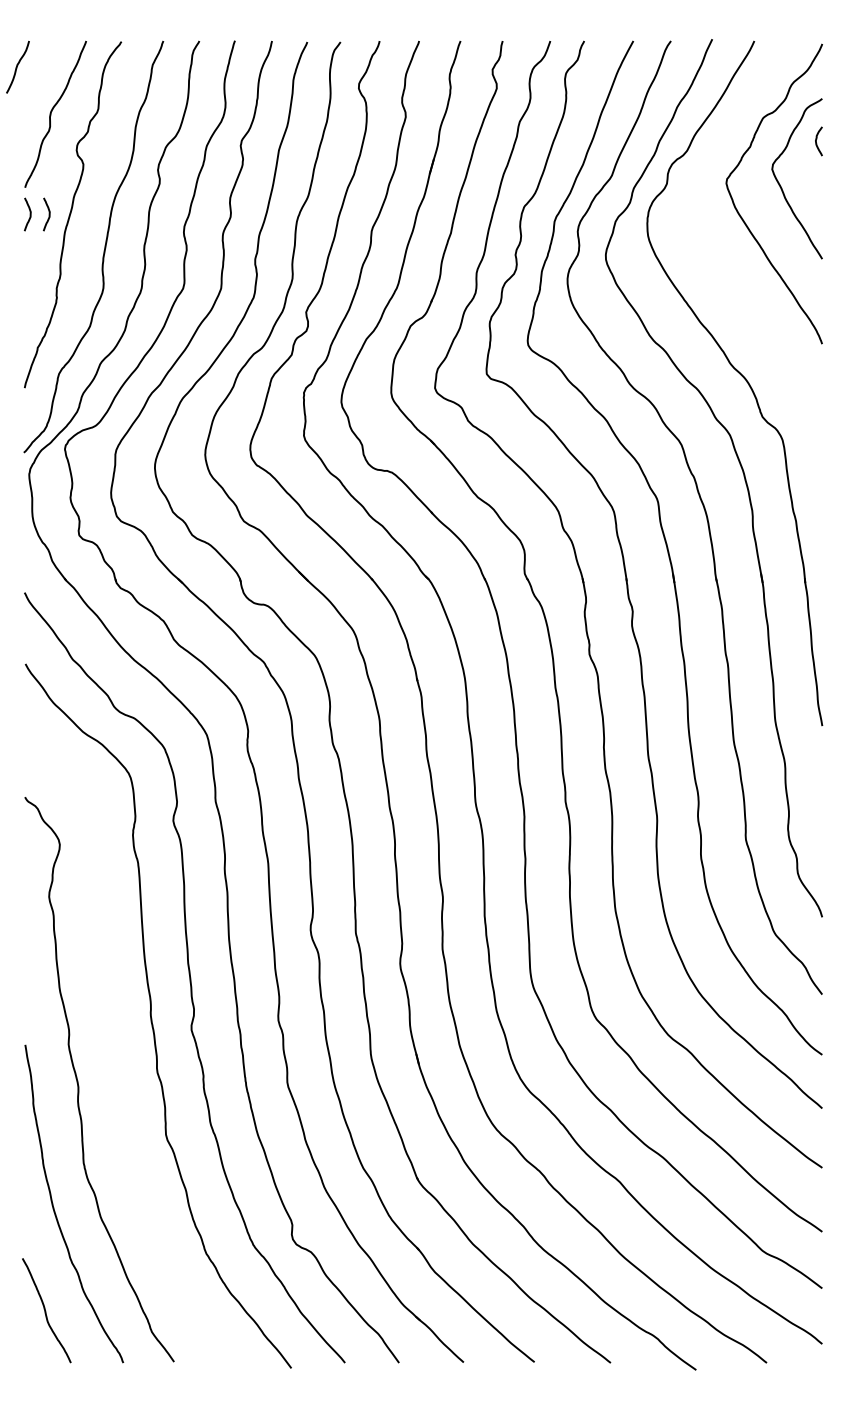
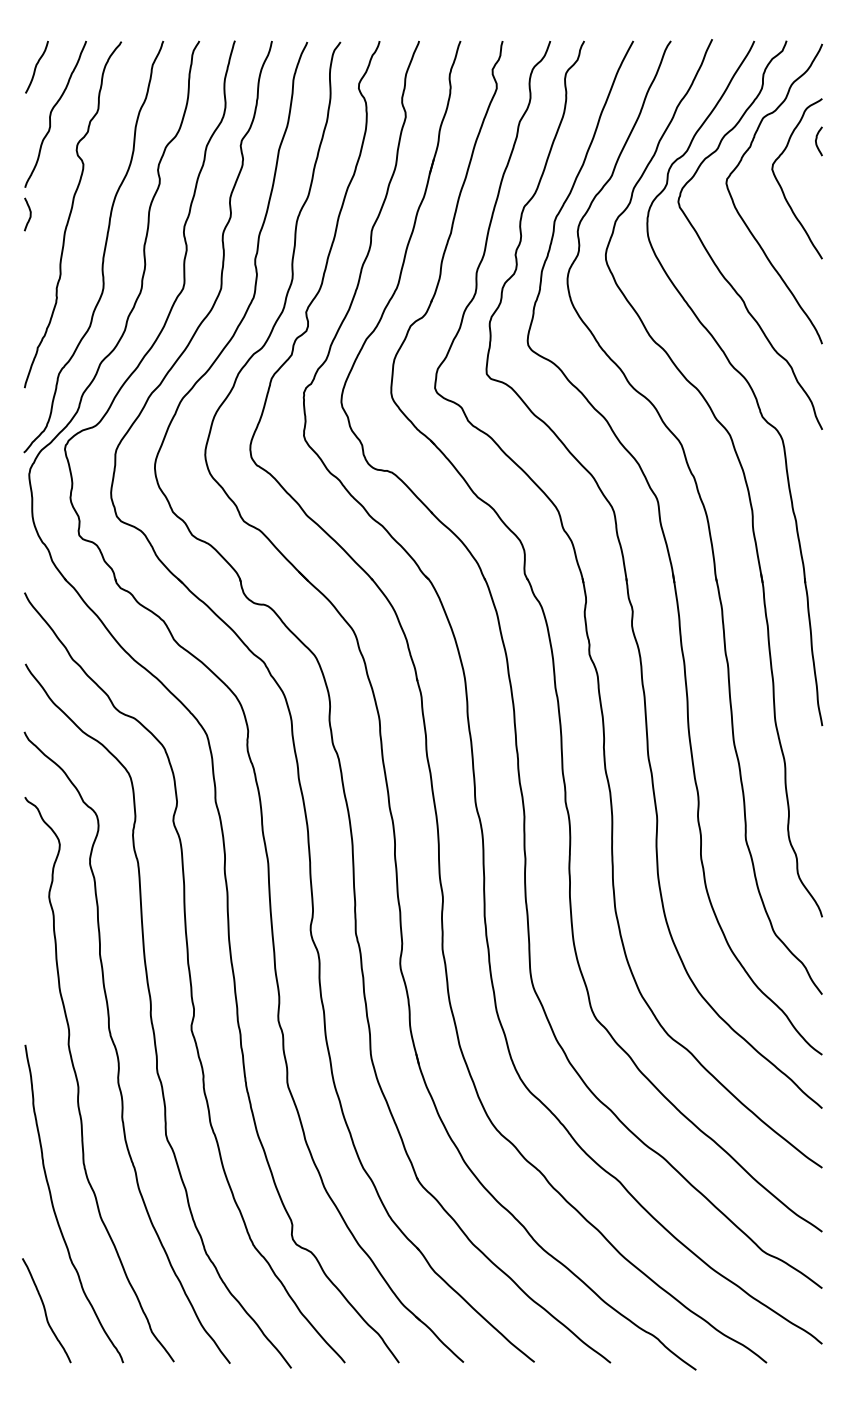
curve at (17, 66) position: (17, 66) -> (36, 66)
curve at (48, 214): present -> none
curve at (710, 254): none -> present
curve at (117, 1050): none -> present
